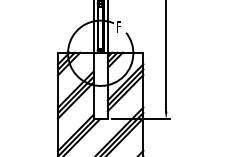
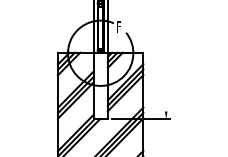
line at (166, 56): present -> none
